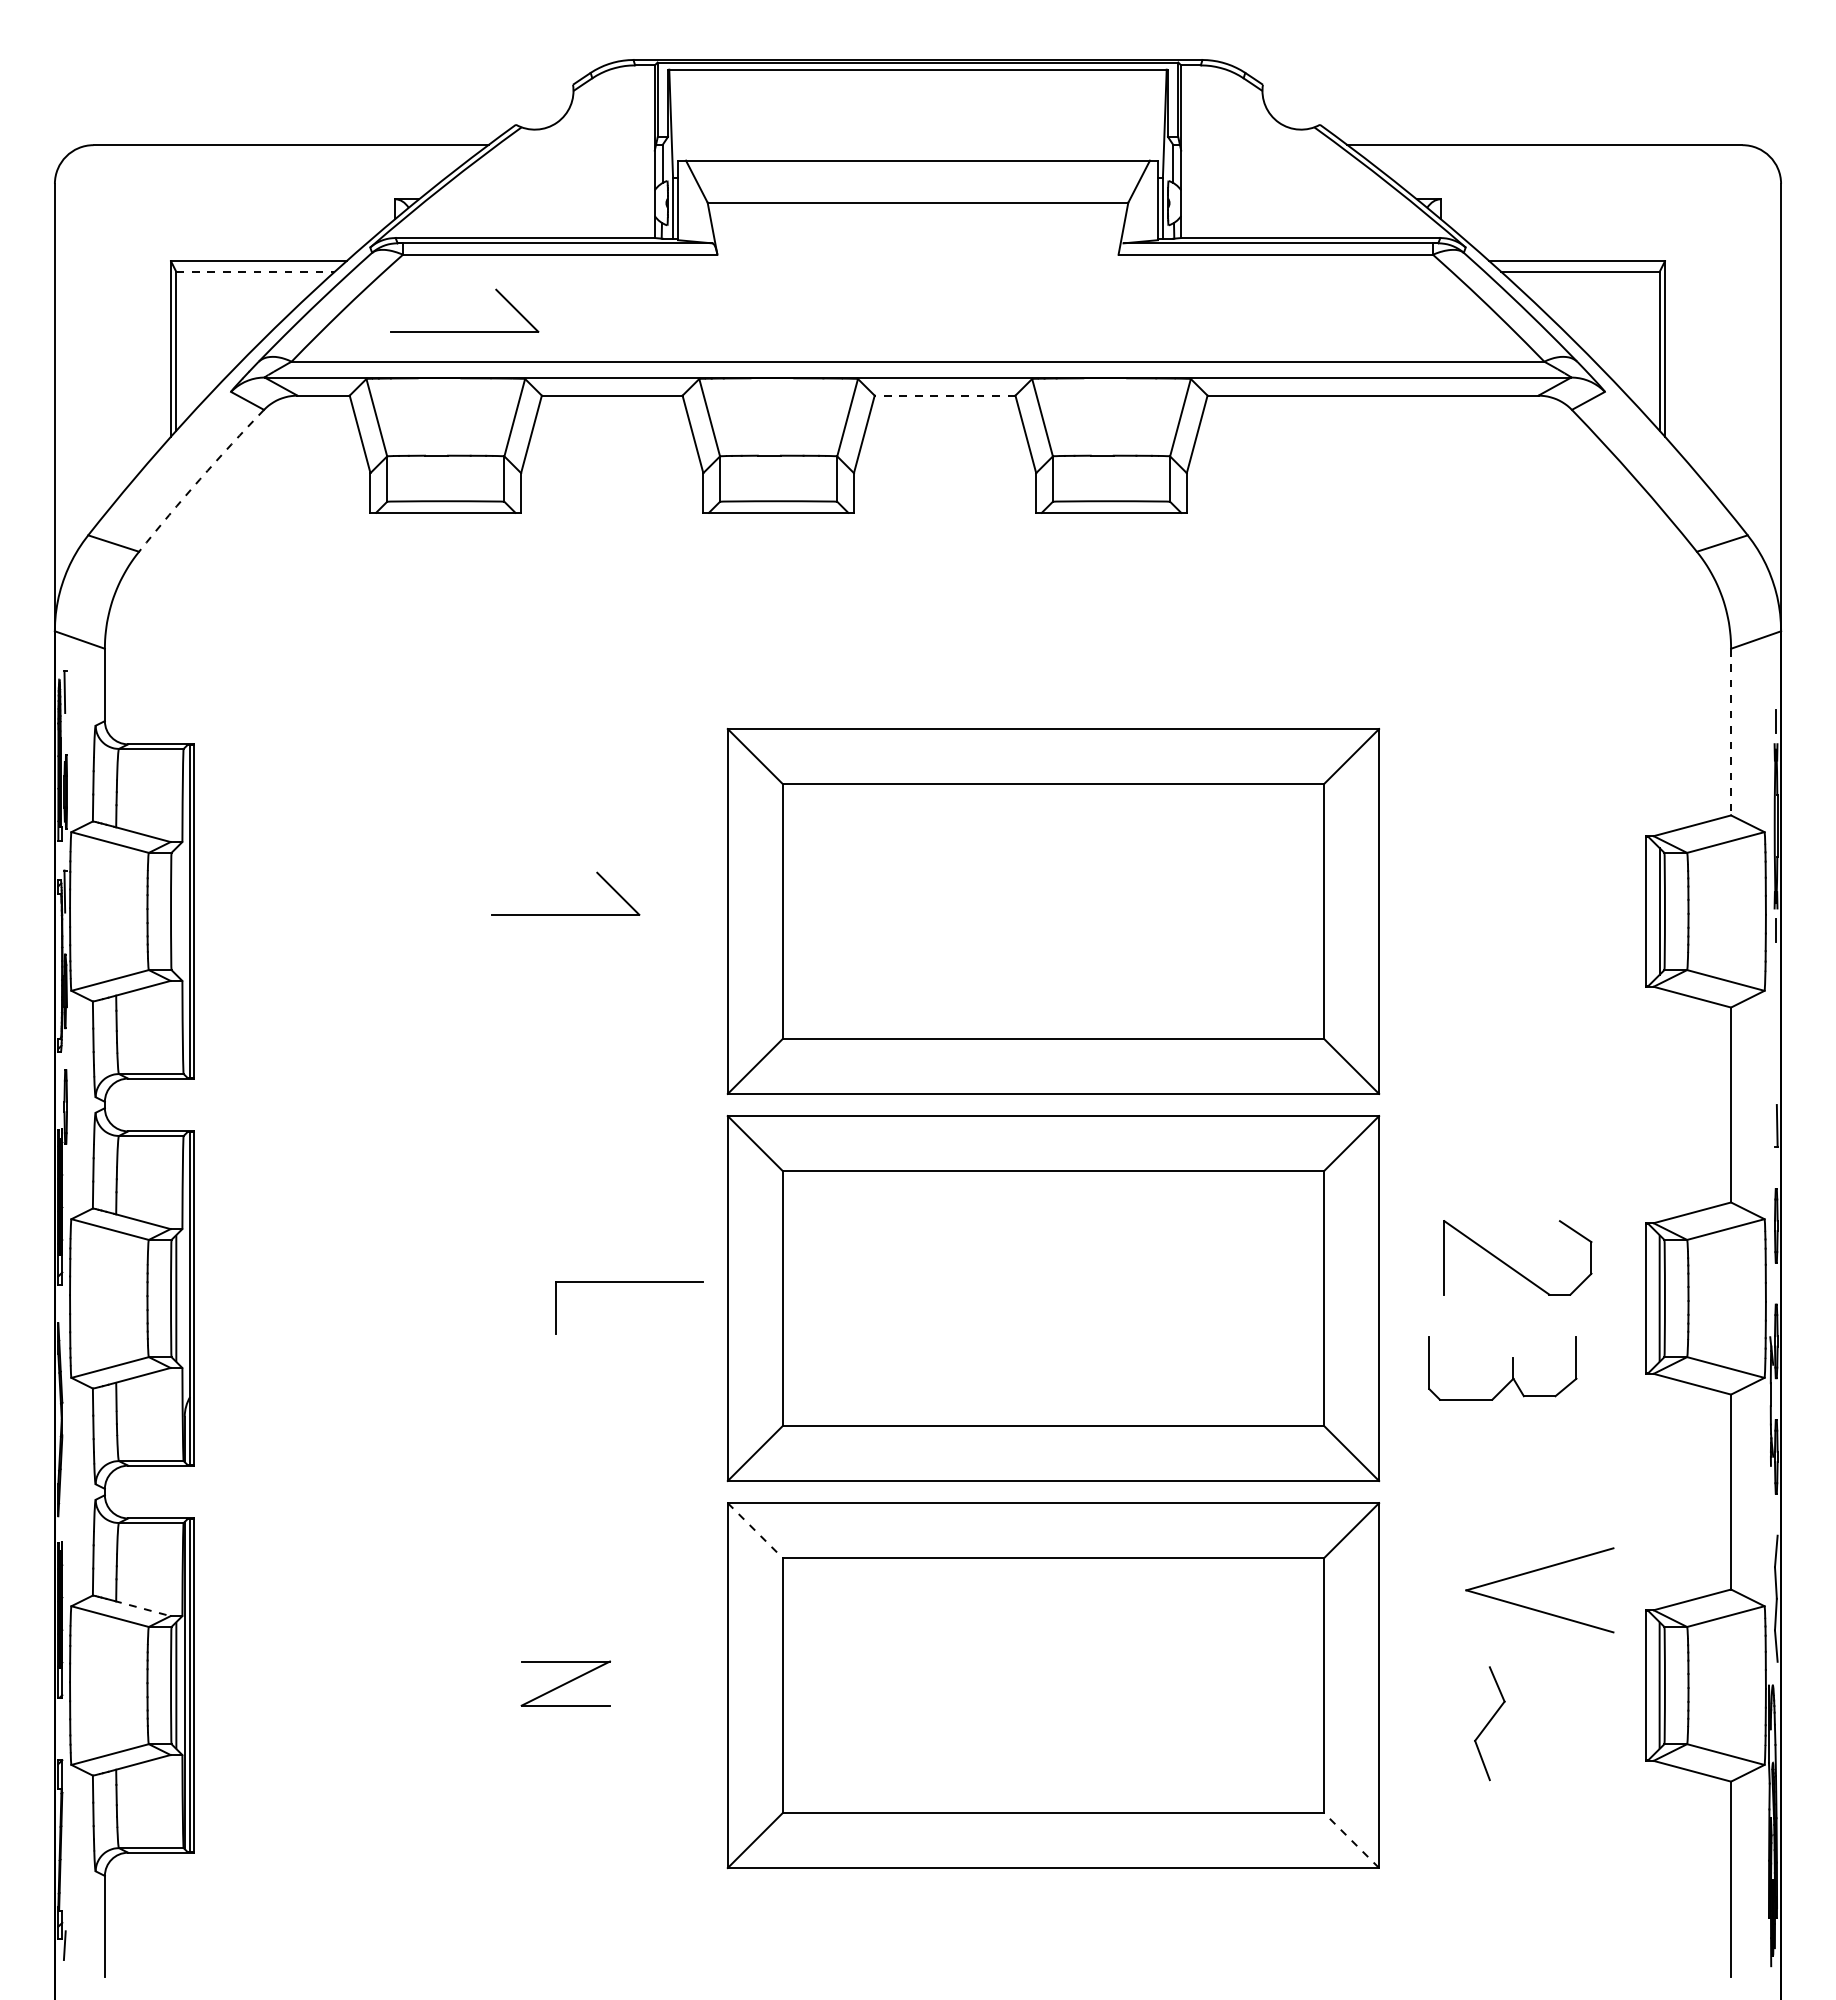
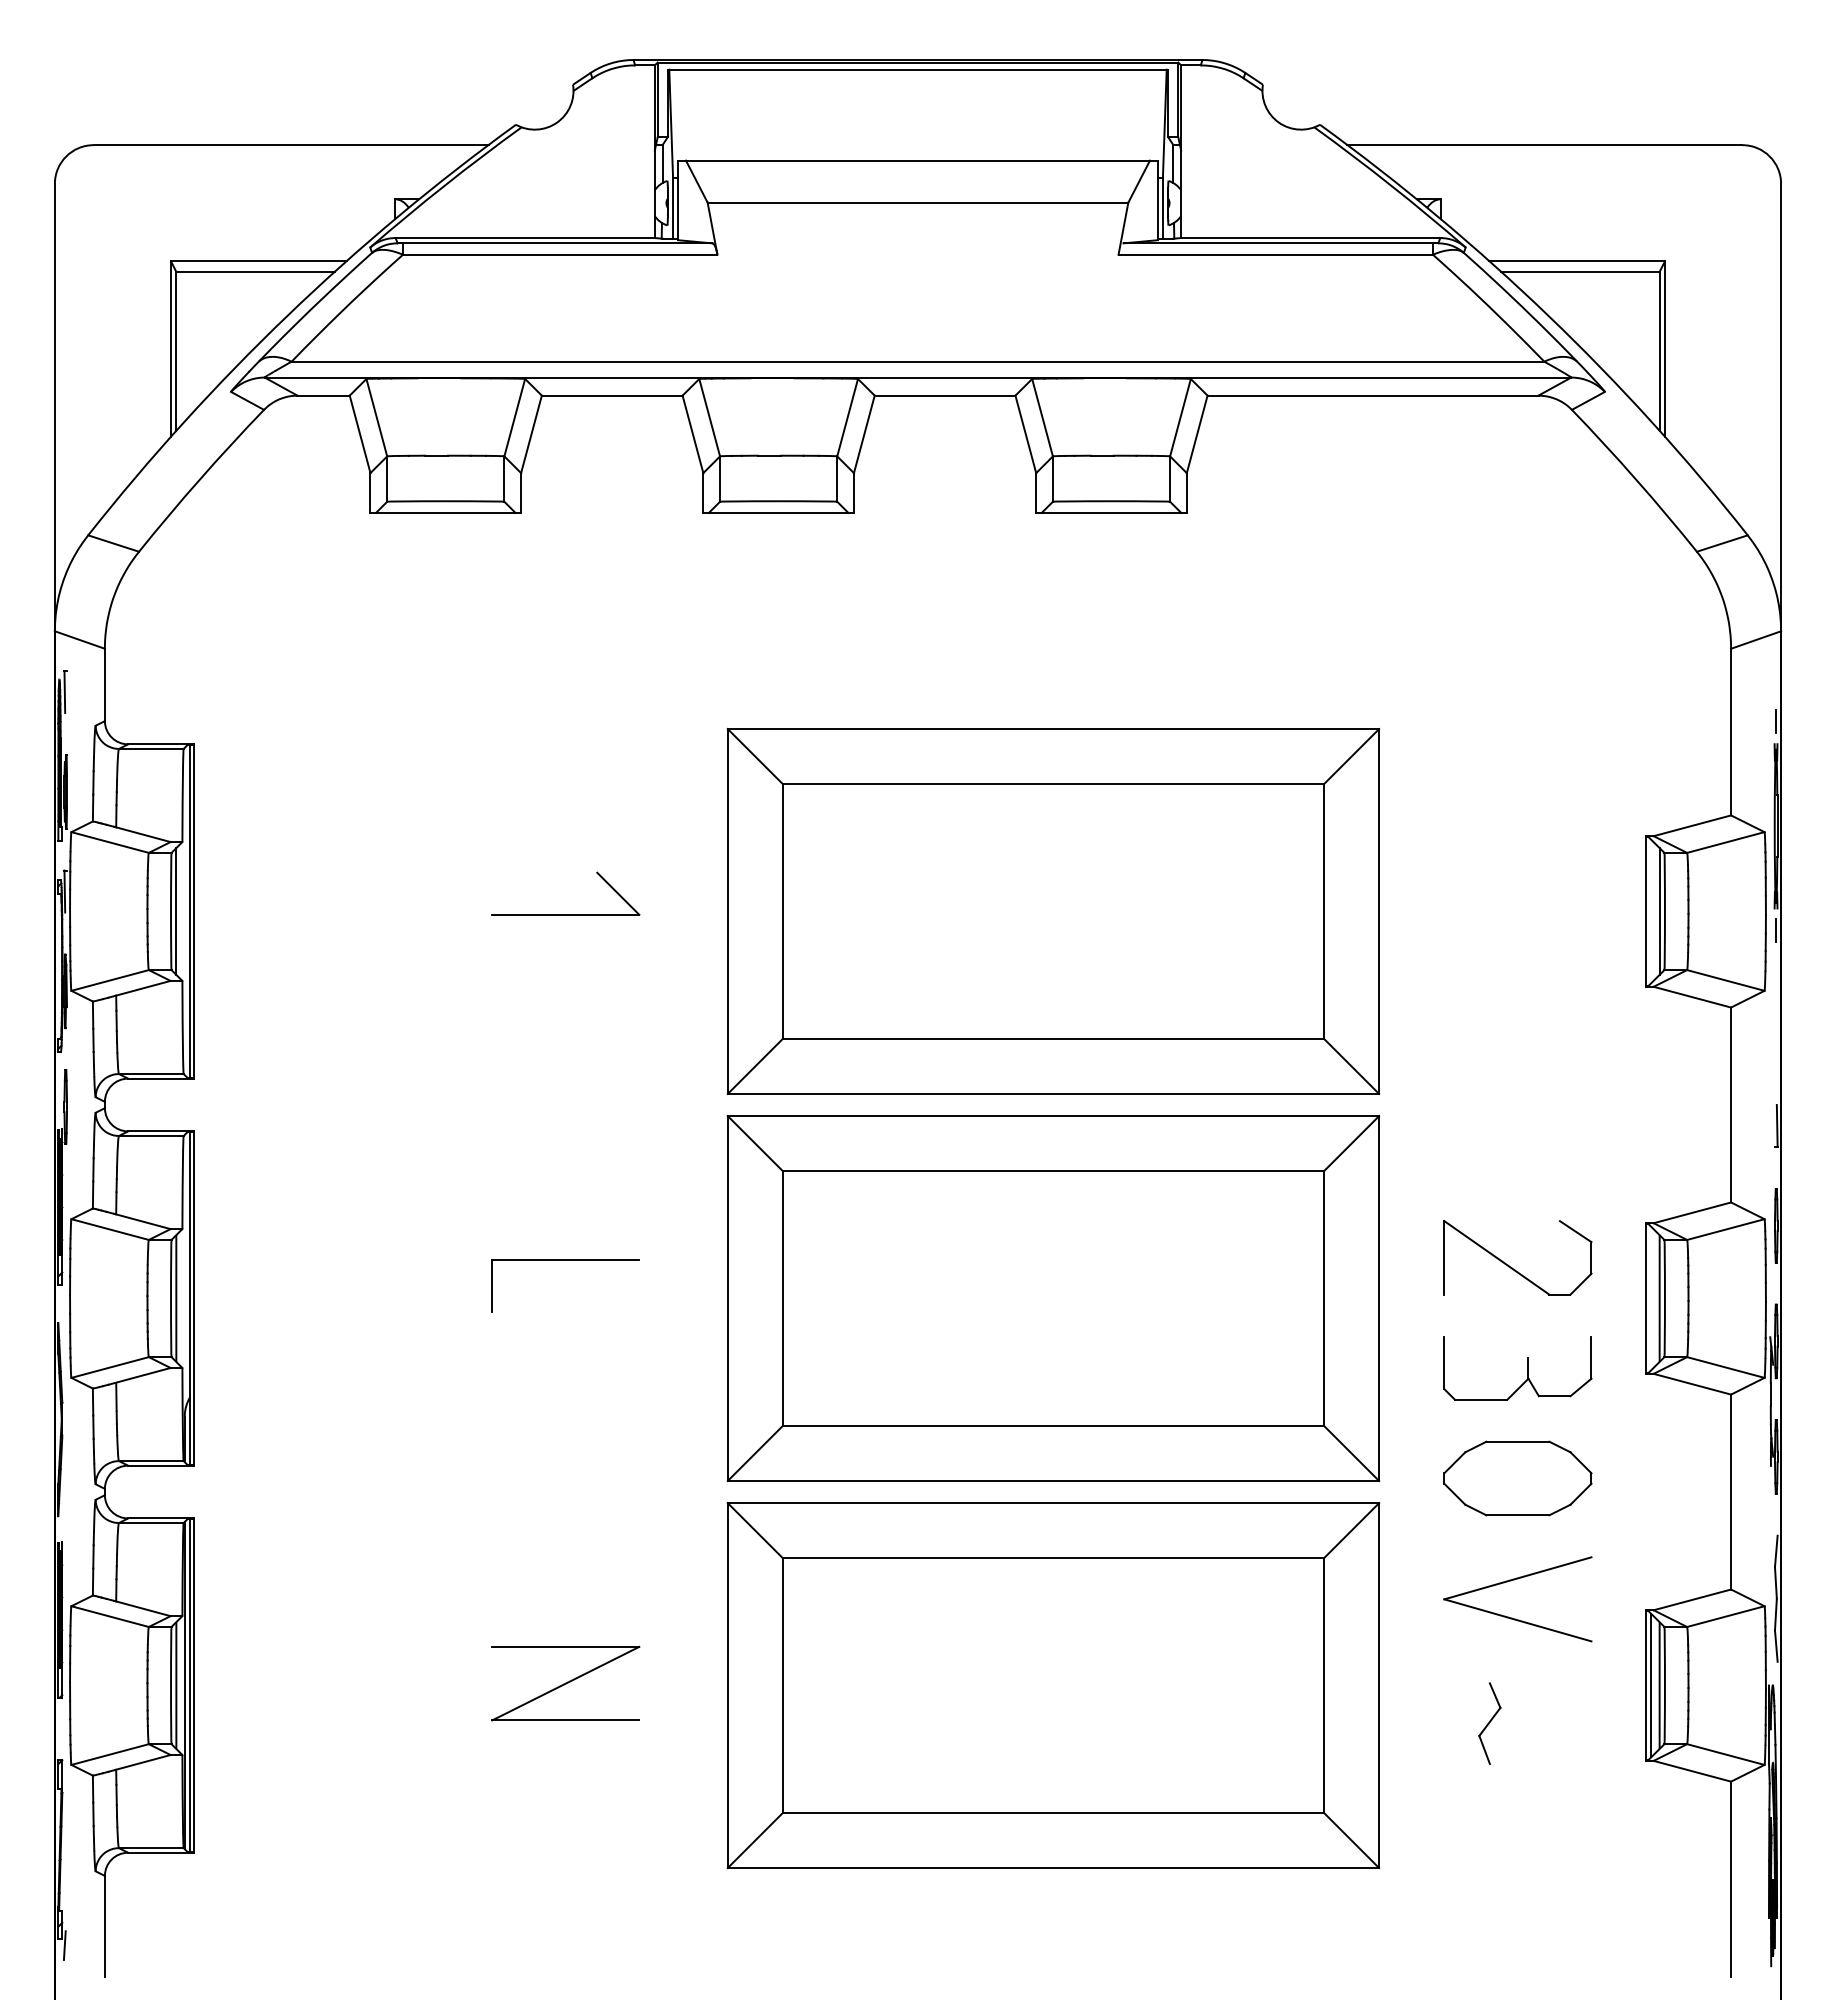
line at (256, 271): dashed -> solid
part at (464, 331): present -> none
line at (944, 395): dashed -> solid
arc at (199, 479): dashed -> solid
line at (1731, 732): dashed -> solid
line at (176, 911): none -> present
part at (629, 1282) position: (629, 1282) -> (565, 1260)
part at (1512, 1368) position: (1512, 1368) -> (1527, 1368)
part at (1517, 1478): none -> present
line at (755, 1530): dashed -> solid
line at (142, 1608): dashed -> solid
part at (1534, 1608) position: (1534, 1608) -> (1512, 1617)
part at (565, 1683) size: 91x47 px -> 150x77 px
line at (1651, 1685): none -> present
part at (1489, 1723) size: 32x116 px -> 24x83 px
line at (1351, 1840): dashed -> solid
